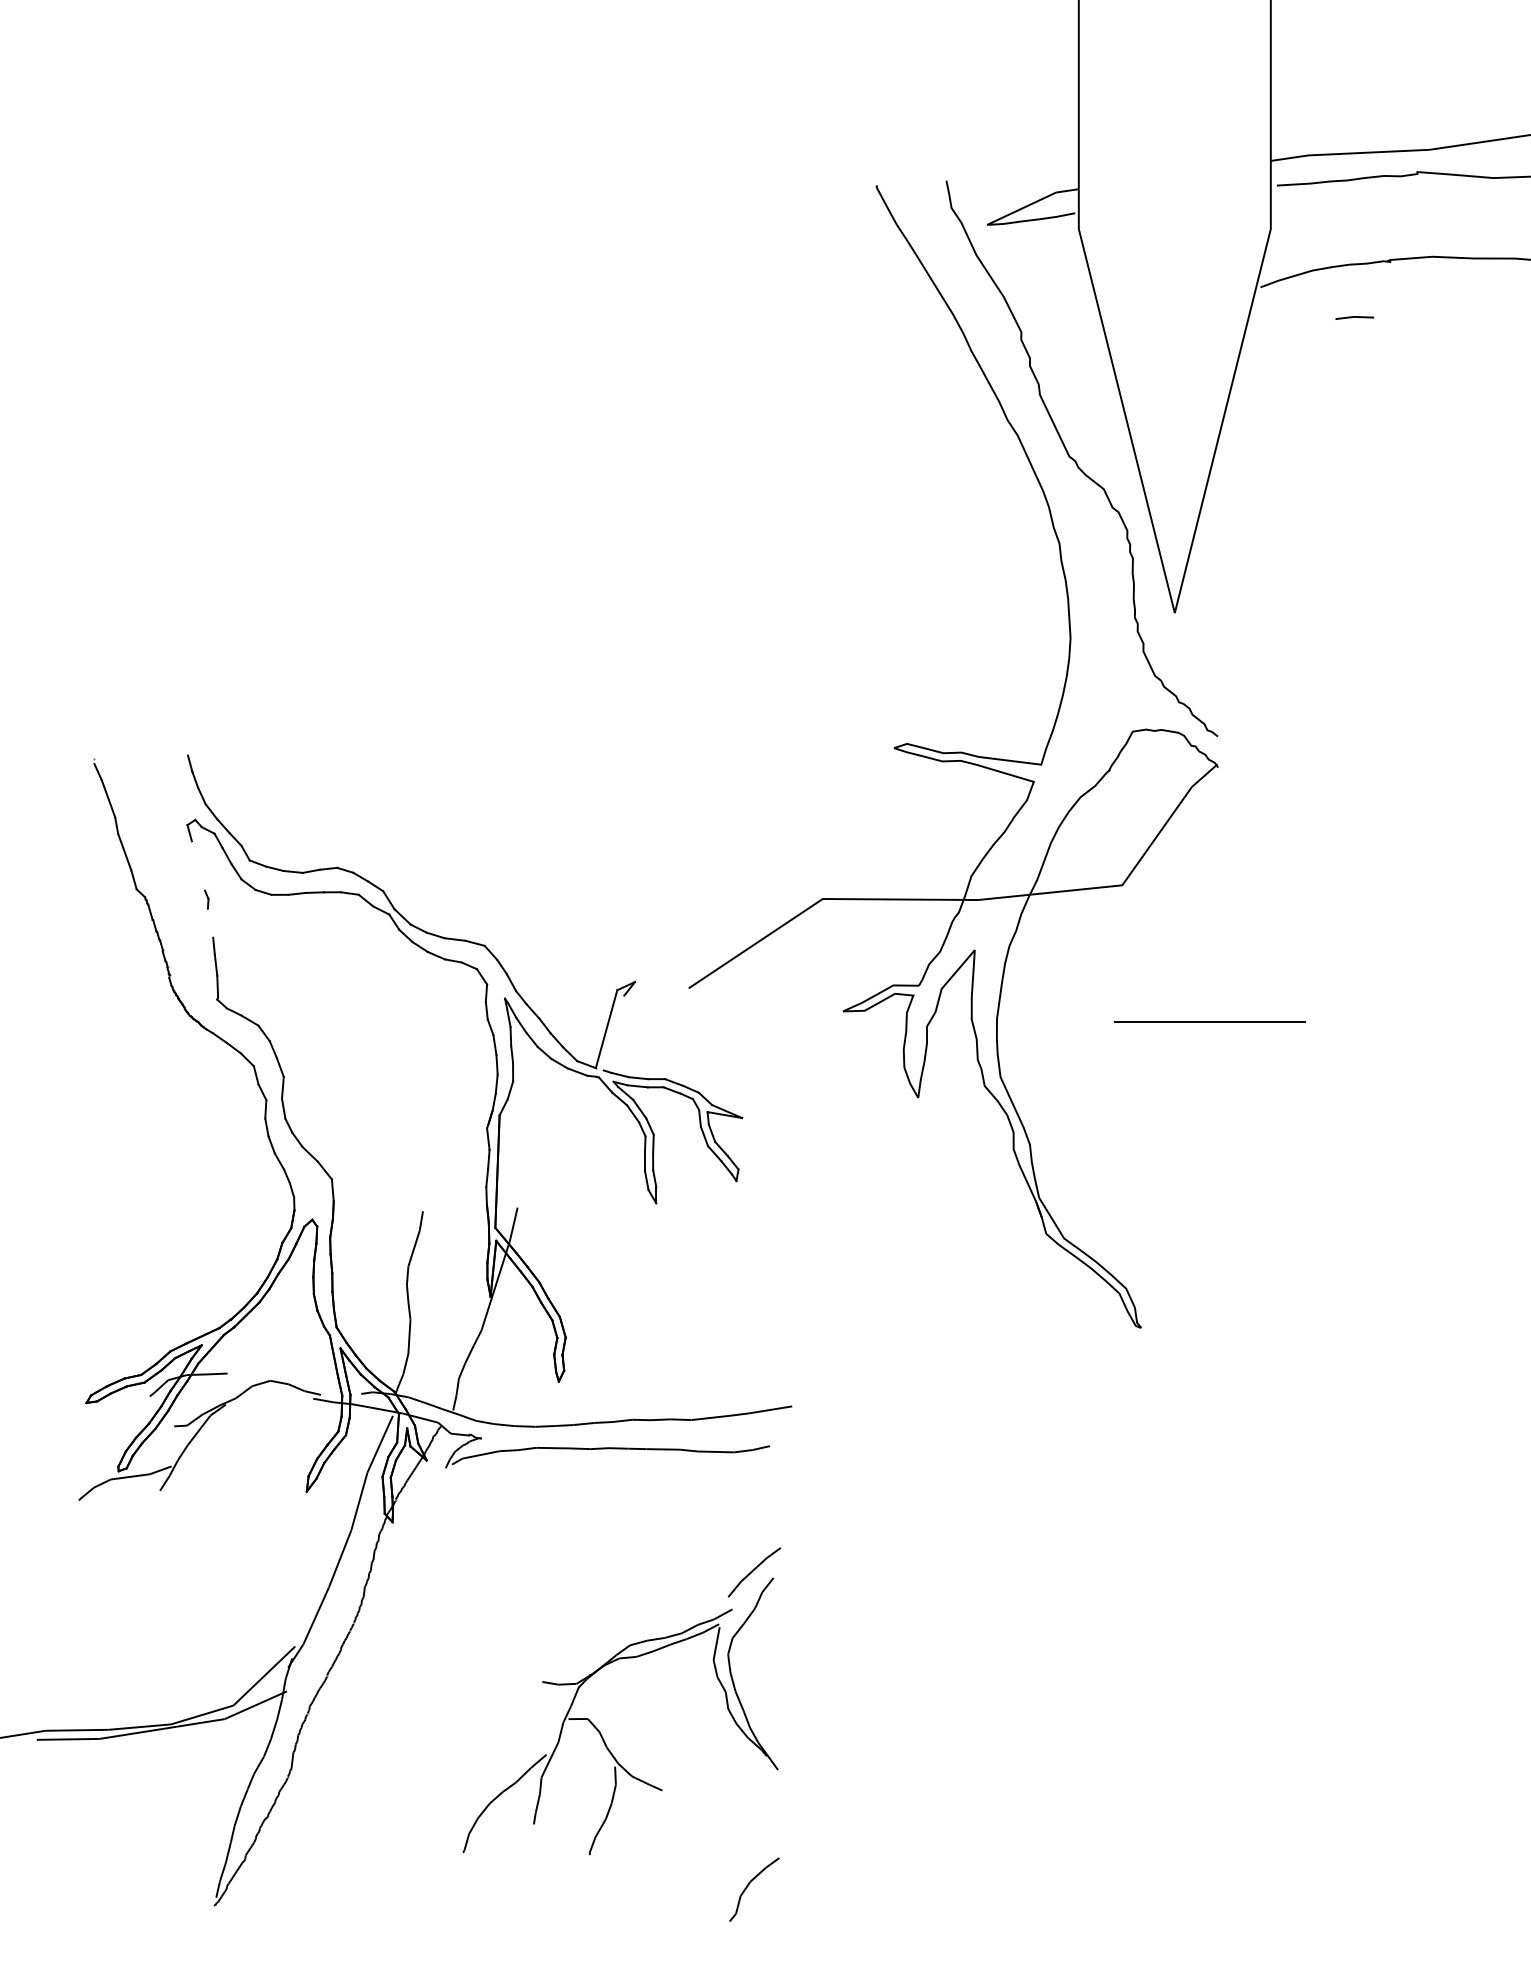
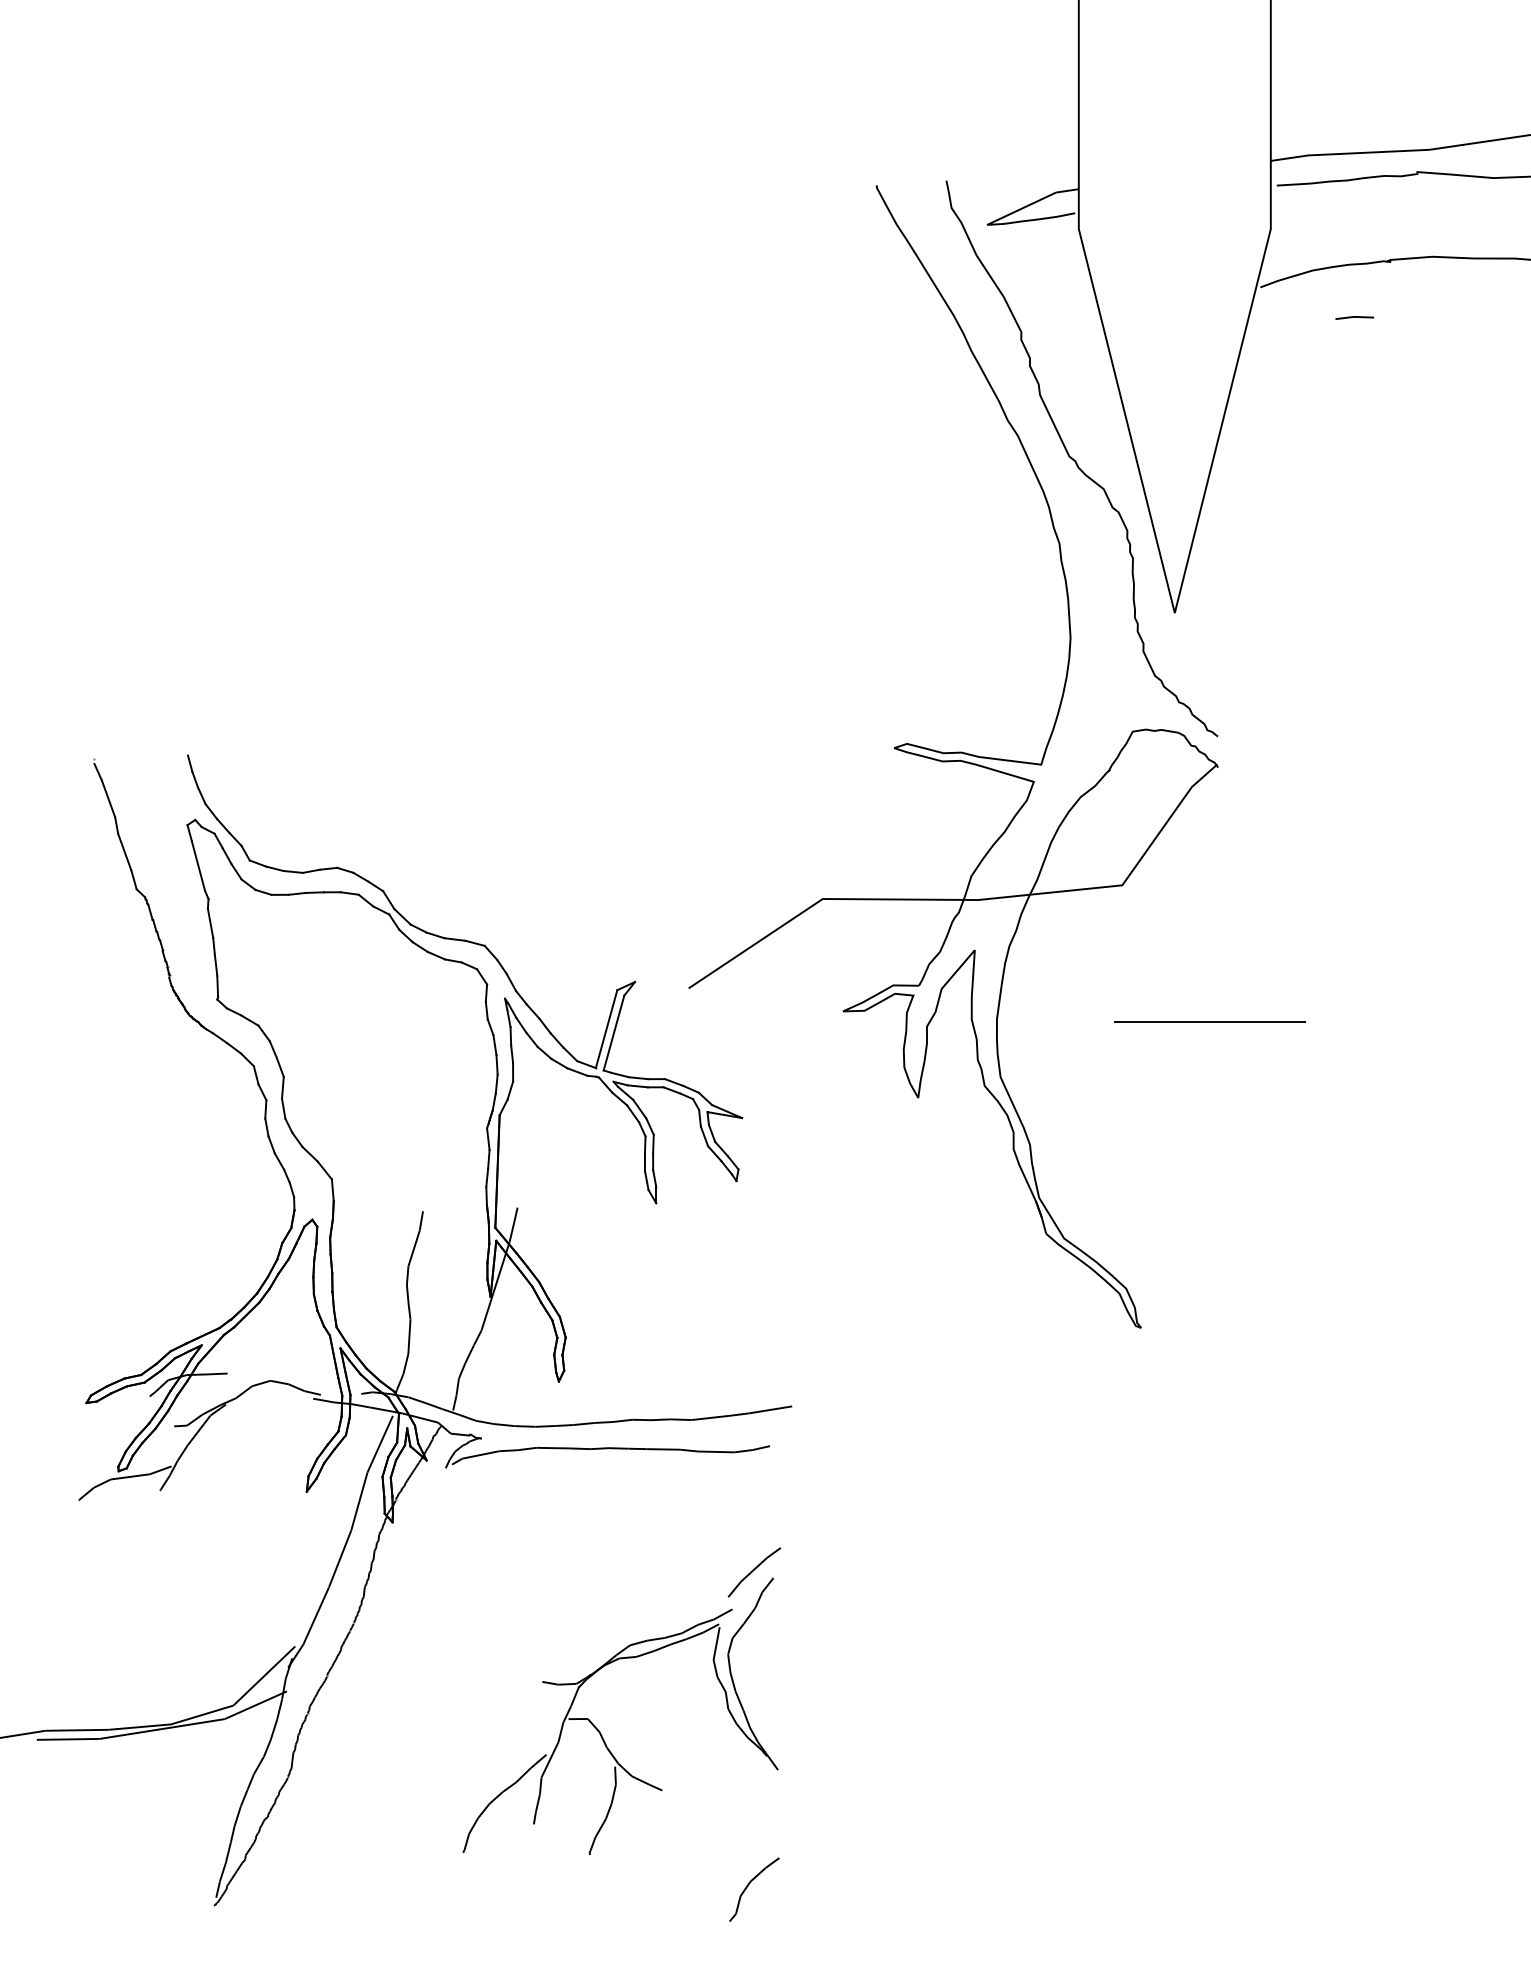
line at (198, 865): none -> present
line at (210, 922): none -> present
line at (613, 1032): none -> present
